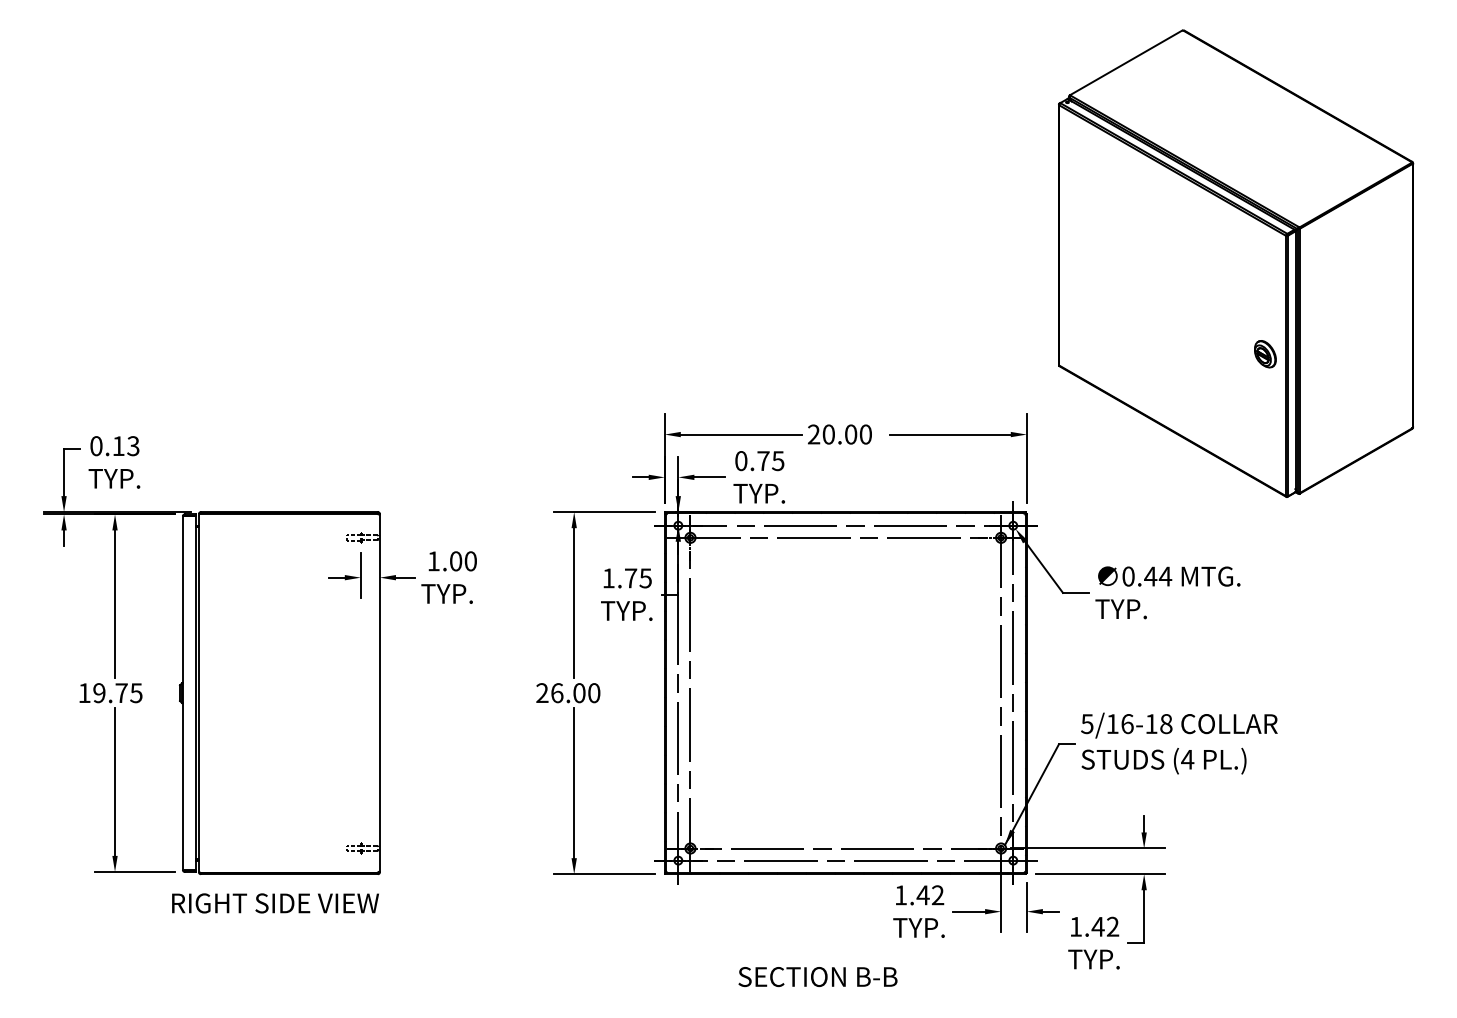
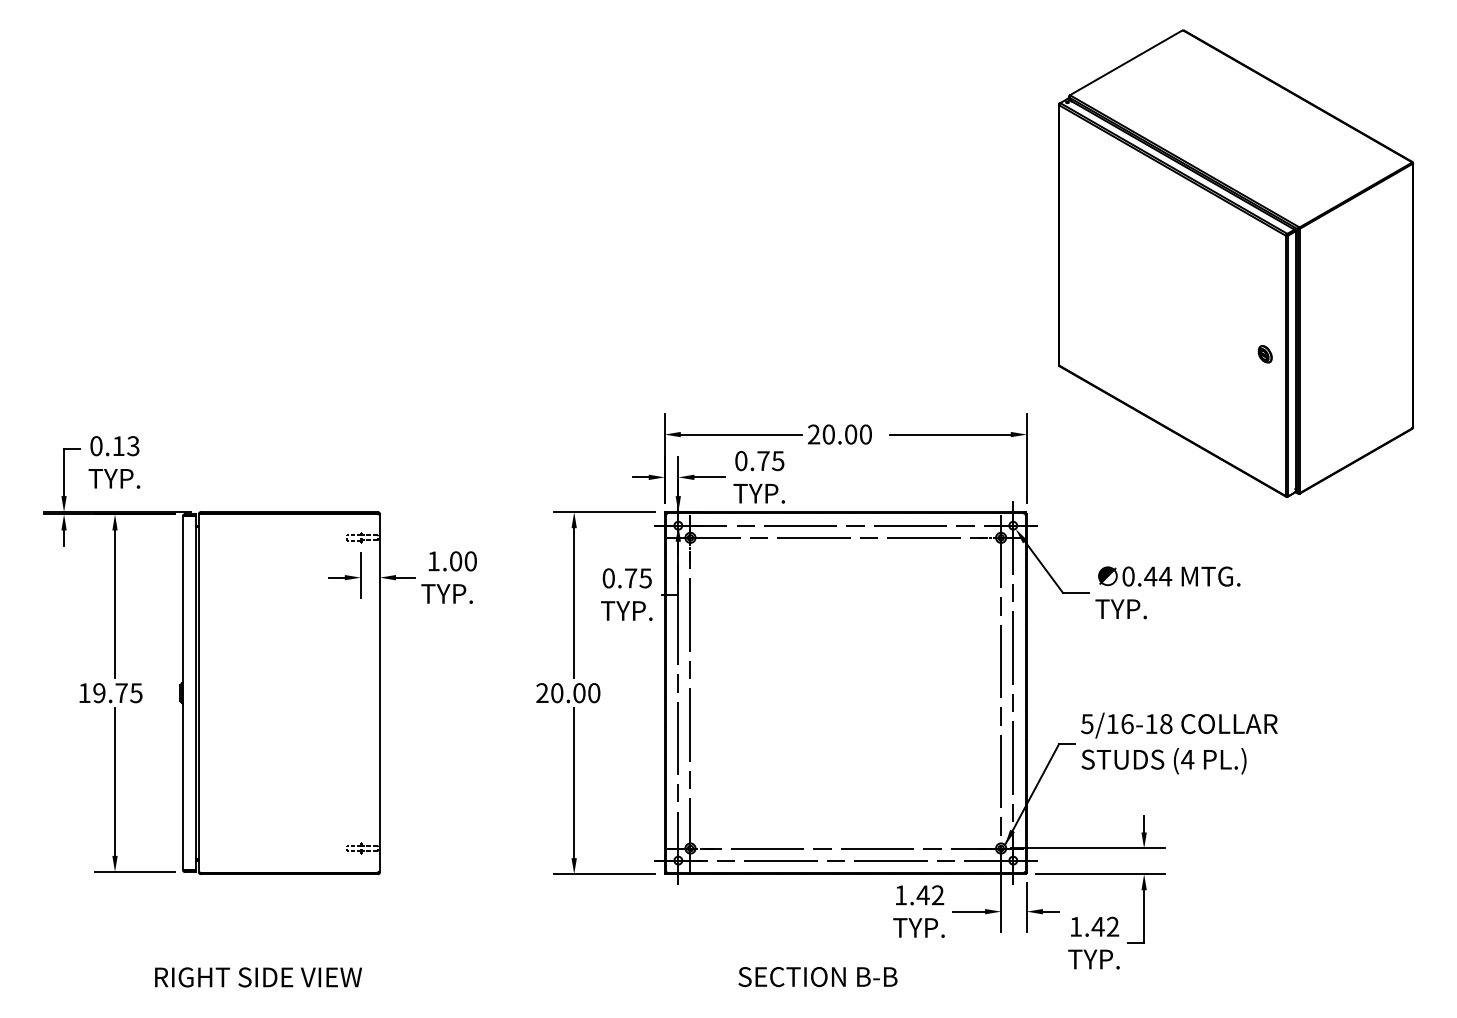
part at (1265, 354) size: 23x29 px -> 16x19 px
text at (608, 578): 1.75 -> 0.75
text at (557, 693): 26.00 -> 20.00
text at (275, 903) position: (275, 903) -> (258, 977)
